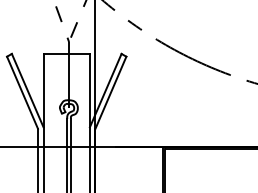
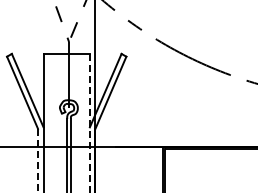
line at (89, 123): solid -> dashed
line at (38, 160): solid -> dashed
